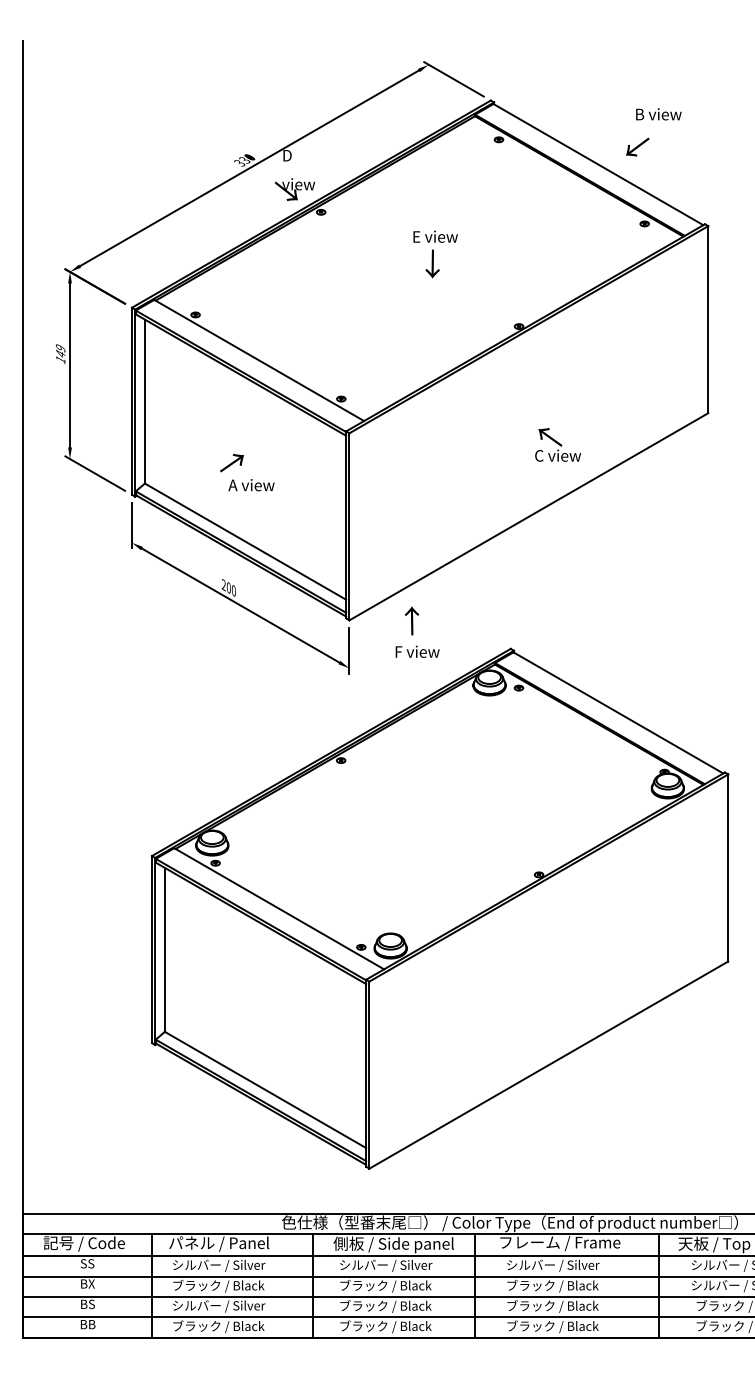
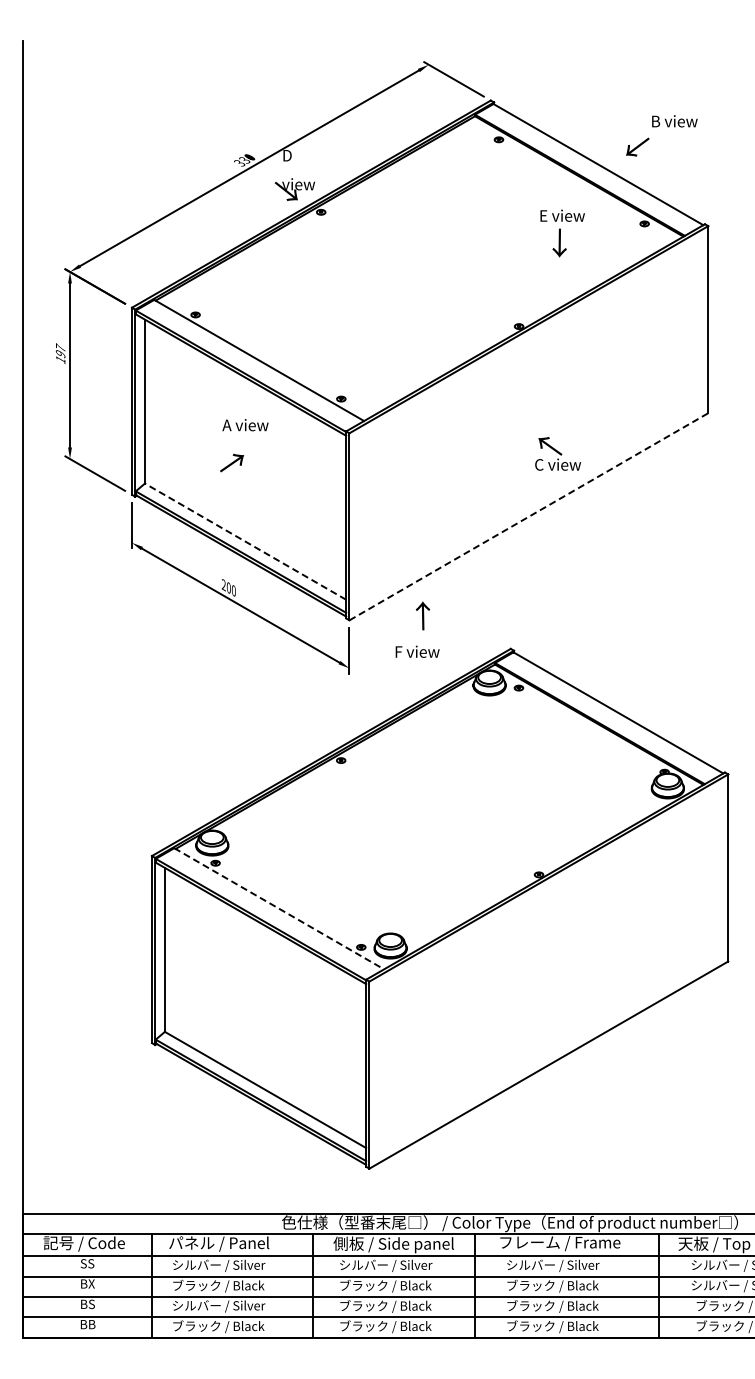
text at (658, 114) position: (658, 114) -> (674, 121)
text at (435, 254) position: (435, 254) -> (562, 233)
text at (60, 350): 149 -> 197
text at (557, 444) position: (557, 444) -> (557, 453)
text at (251, 485) position: (251, 485) -> (245, 425)
line at (529, 516): solid -> dashed
line at (245, 541): solid -> dashed
text at (411, 620) position: (411, 620) -> (422, 615)
line at (279, 909): solid -> dashed
